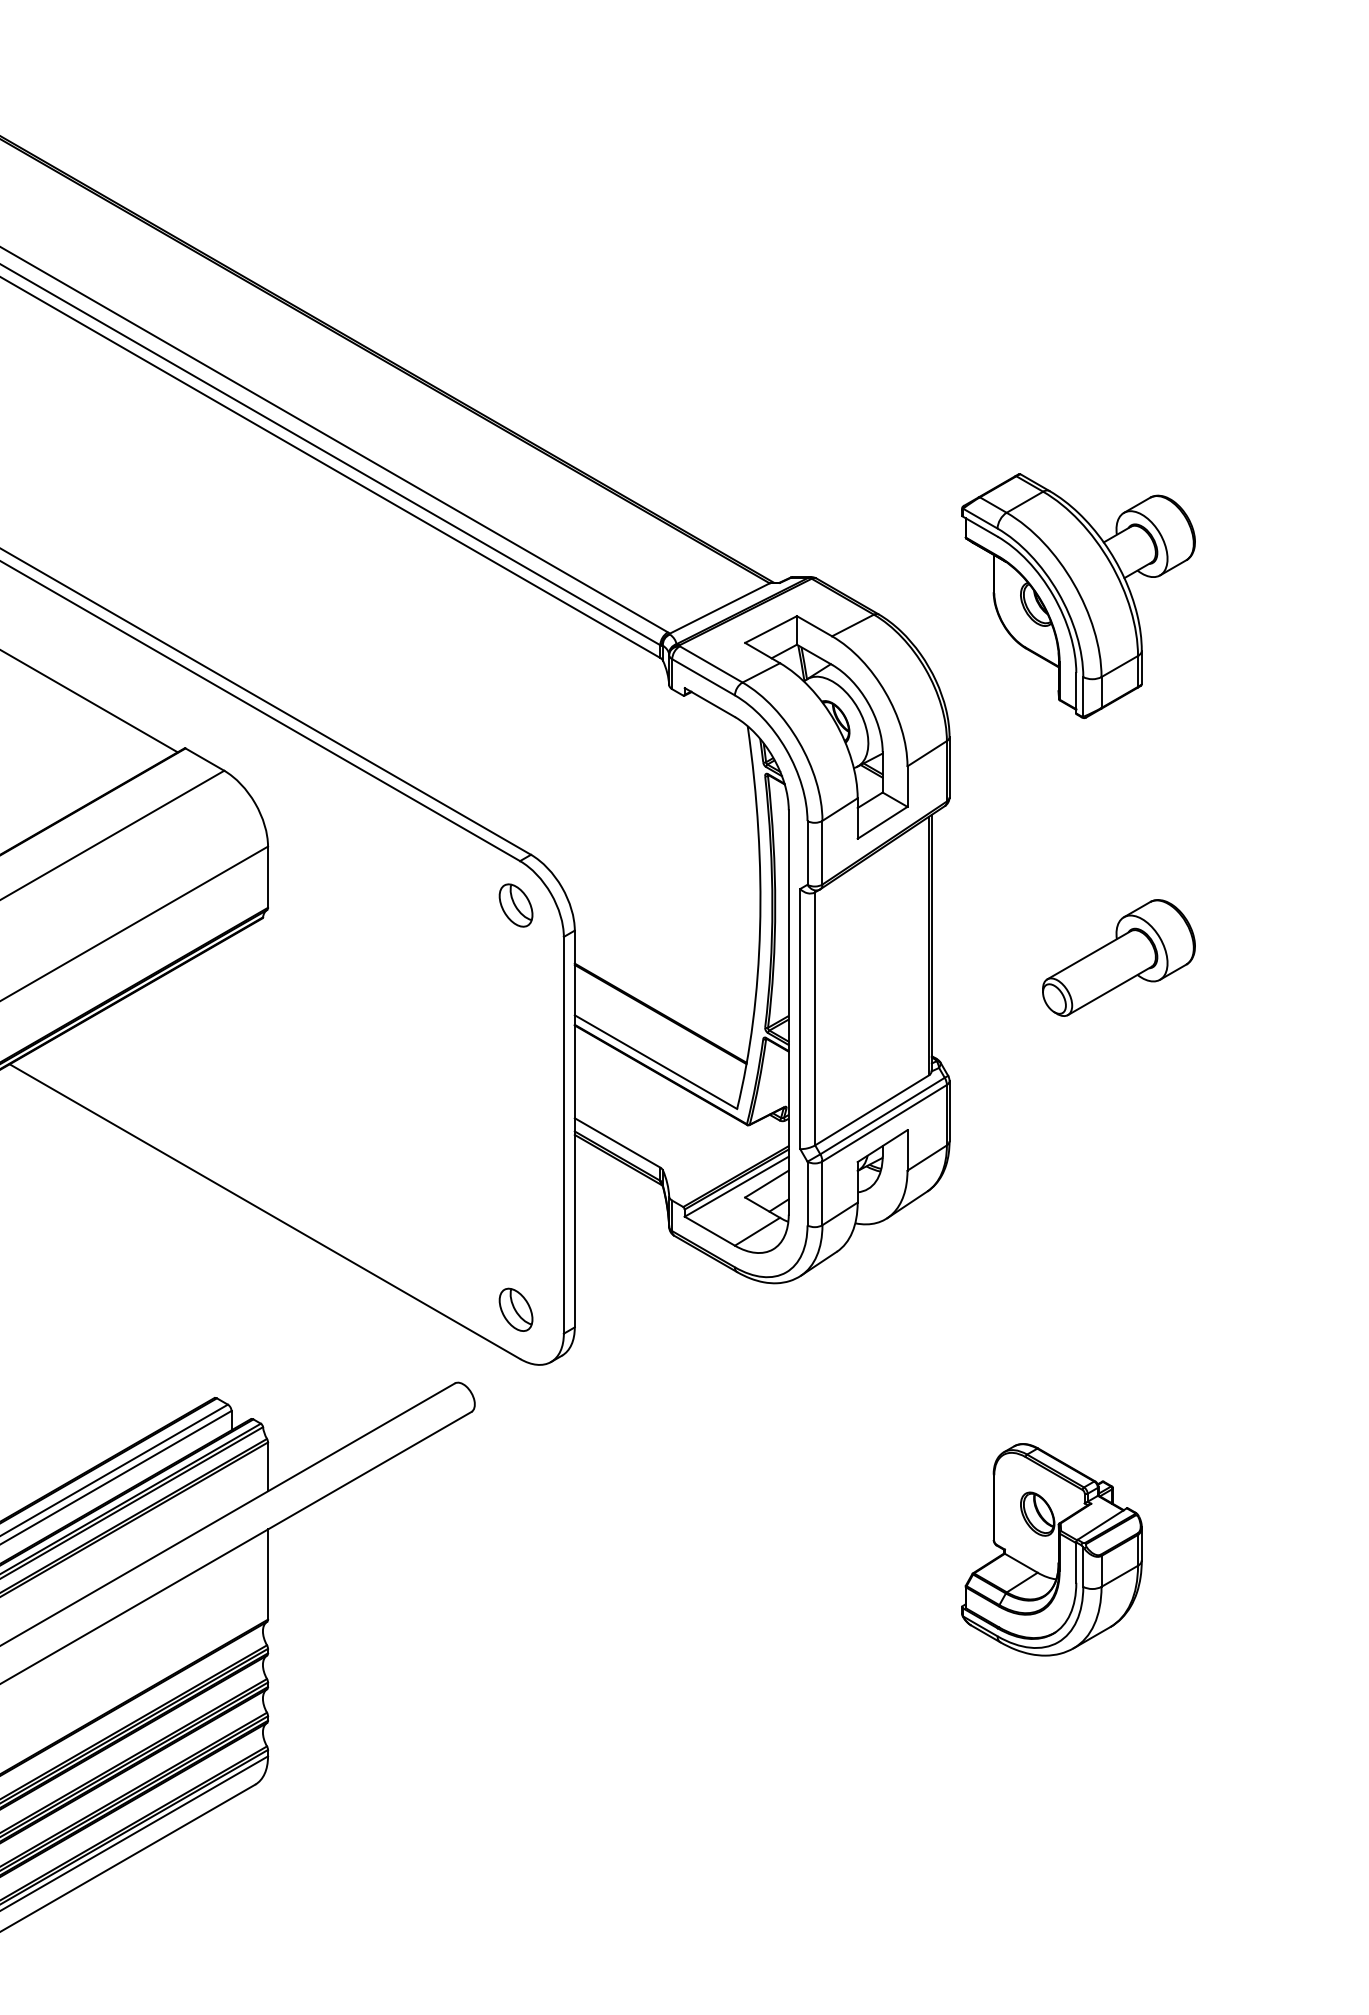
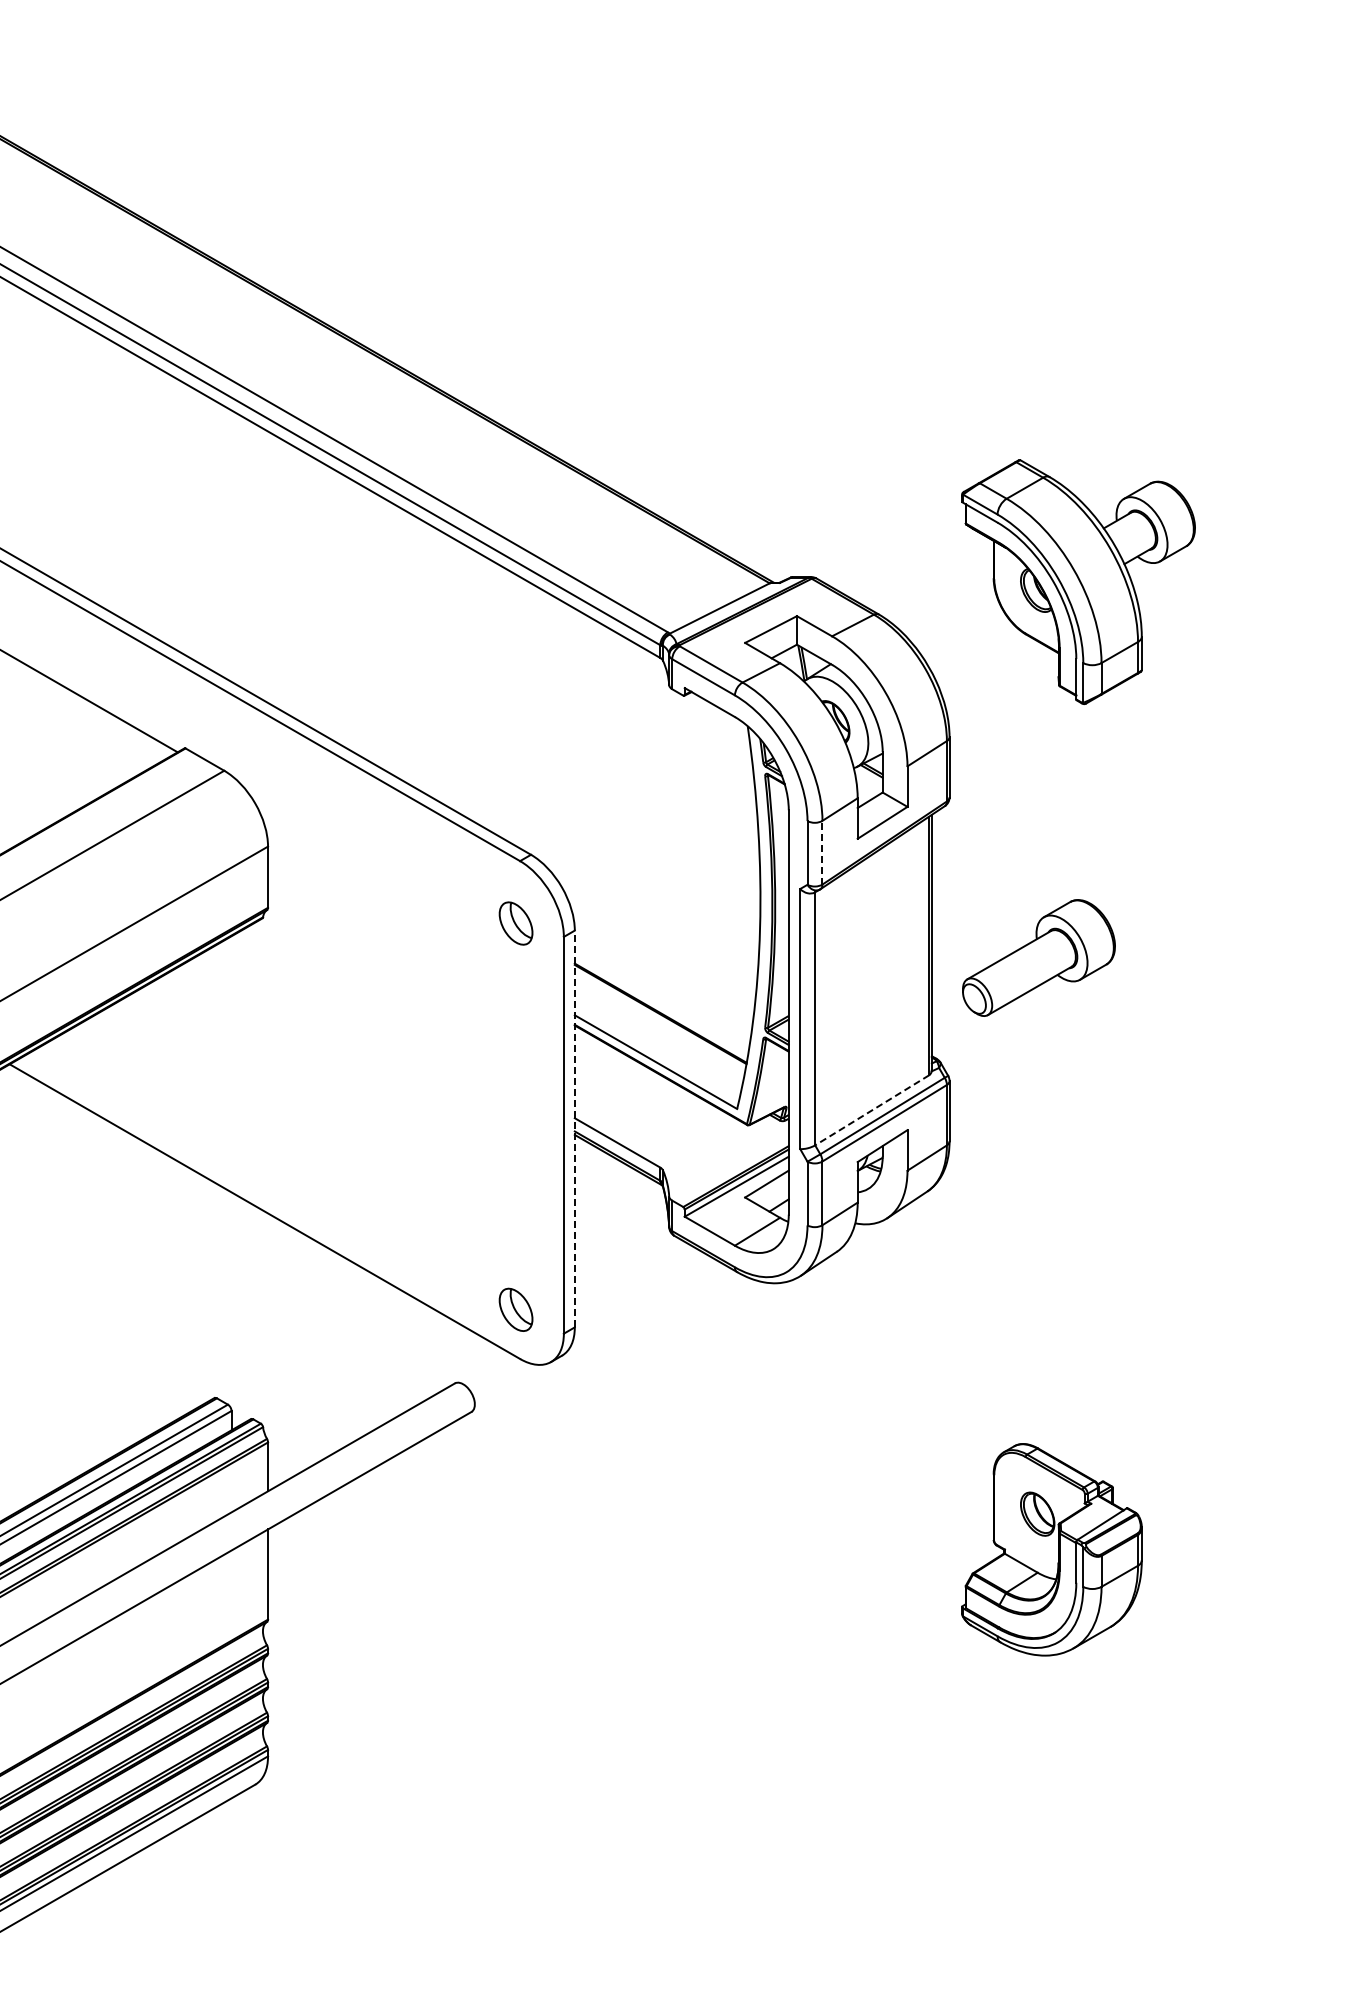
part at (1078, 595) position: (1078, 595) -> (1078, 581)
line at (822, 852): solid -> dashed
part at (515, 905) position: (515, 905) -> (515, 923)
part at (1118, 957) position: (1118, 957) -> (1038, 957)
line at (872, 1110): solid -> dashed
line at (574, 1128): solid -> dashed
